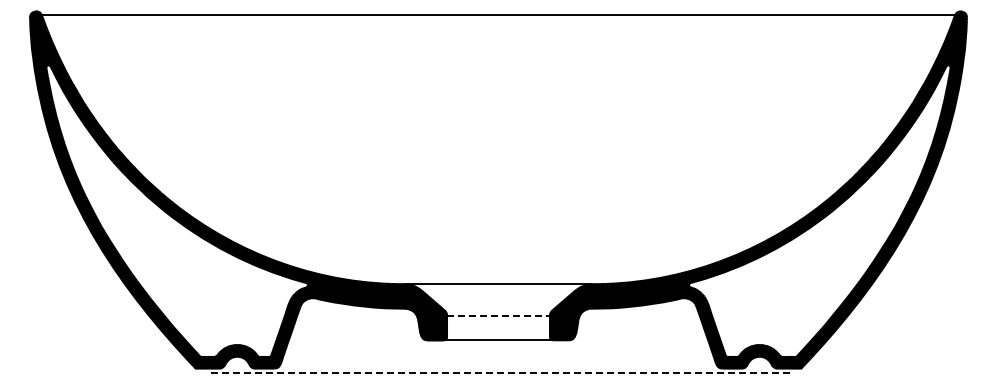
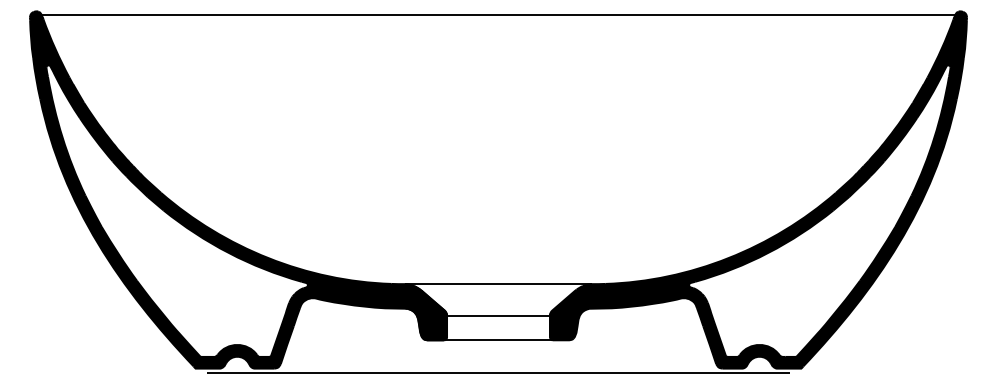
line at (498, 315): dashed -> solid
line at (497, 372): dashed -> solid
